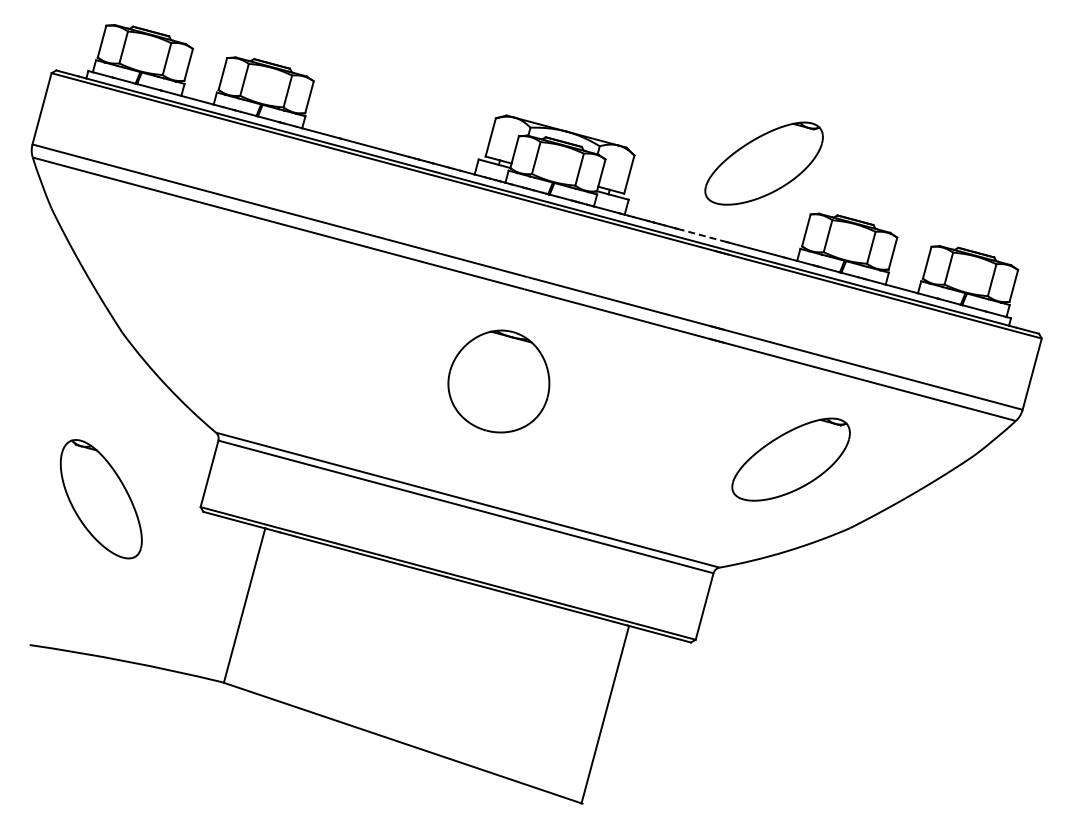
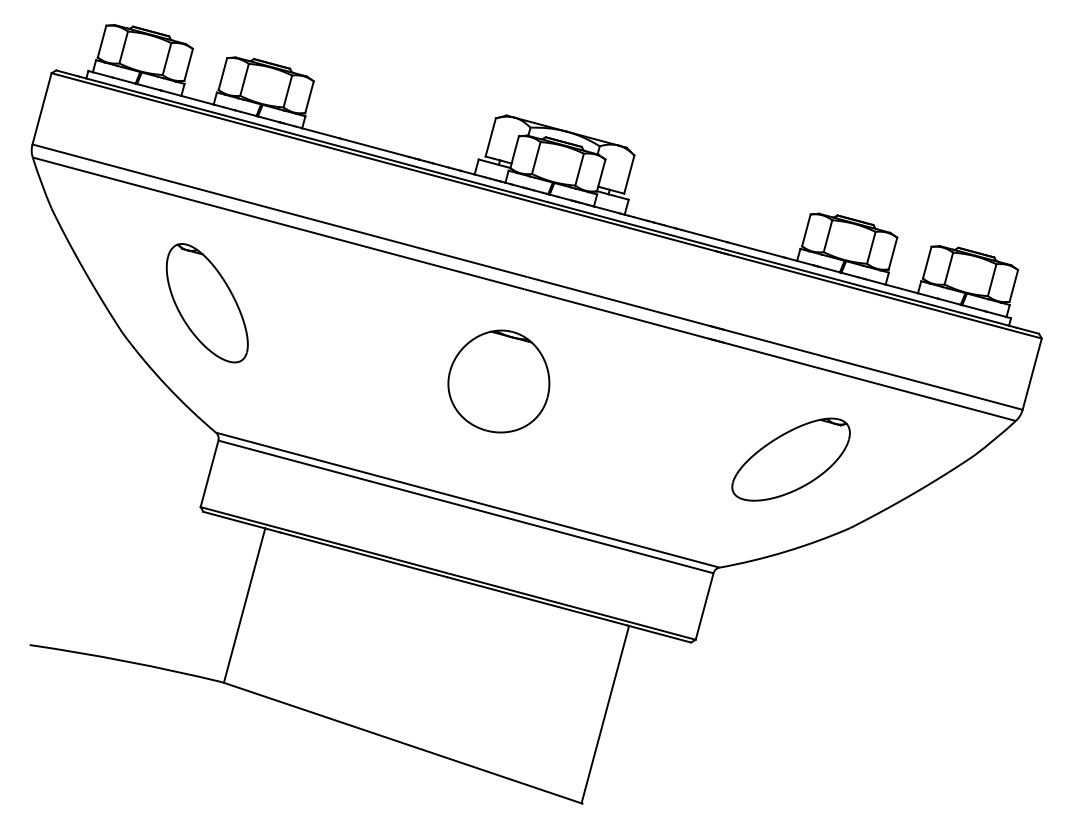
part at (763, 163): present -> none
line at (703, 235): dashed -> solid
part at (100, 499) position: (100, 499) -> (206, 303)
